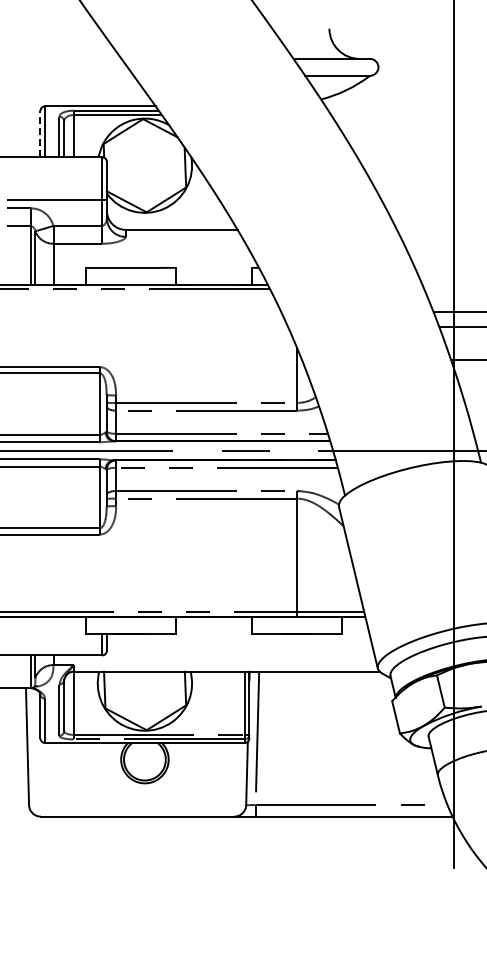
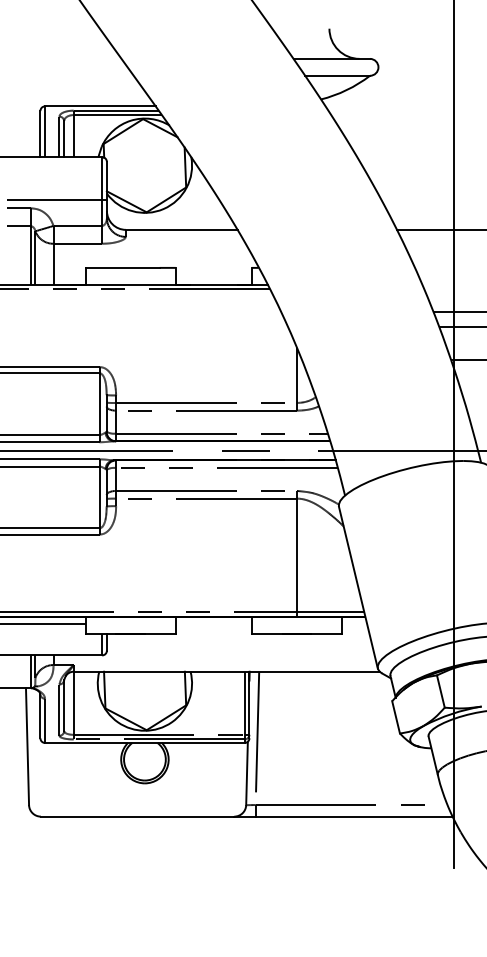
line at (40, 133): dashed -> solid
line at (440, 229): none -> present
line at (43, 624): none -> present
